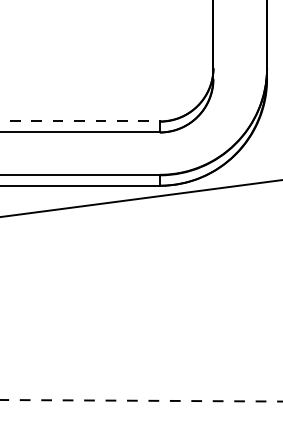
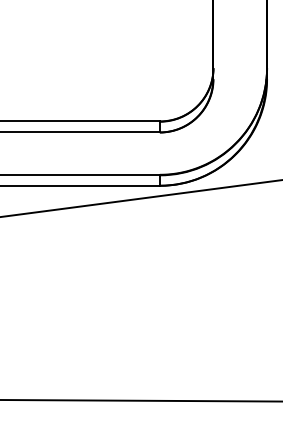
line at (80, 121): dashed -> solid
line at (141, 400): dashed -> solid
